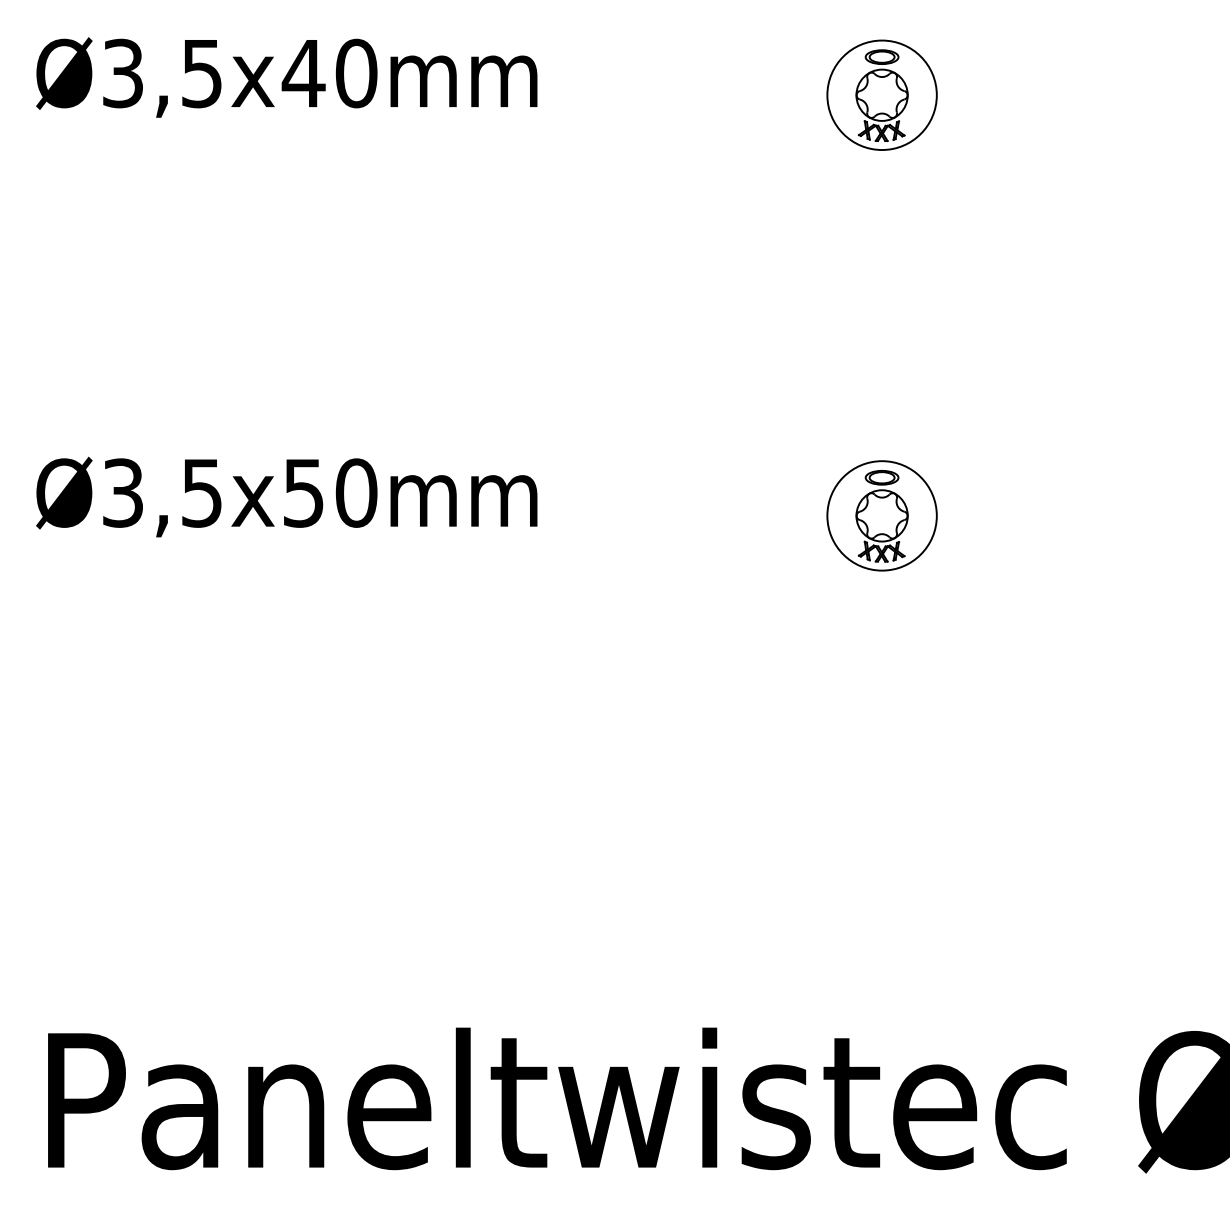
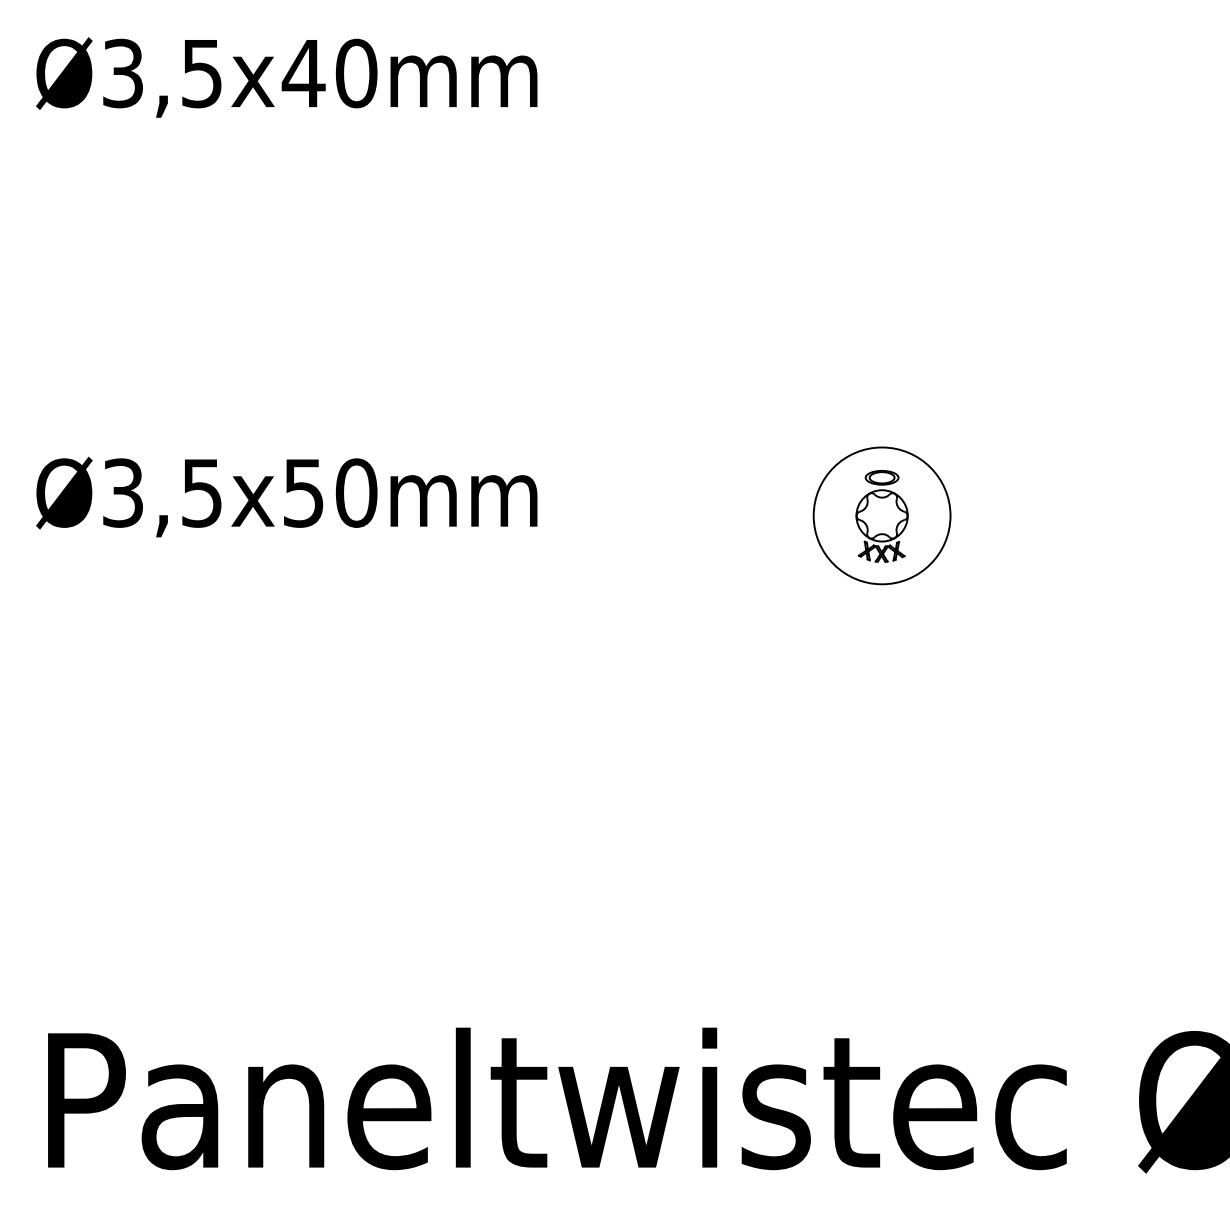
part at (881, 94): present -> none
circle at (881, 515) diameter: 109 px -> 137 px
